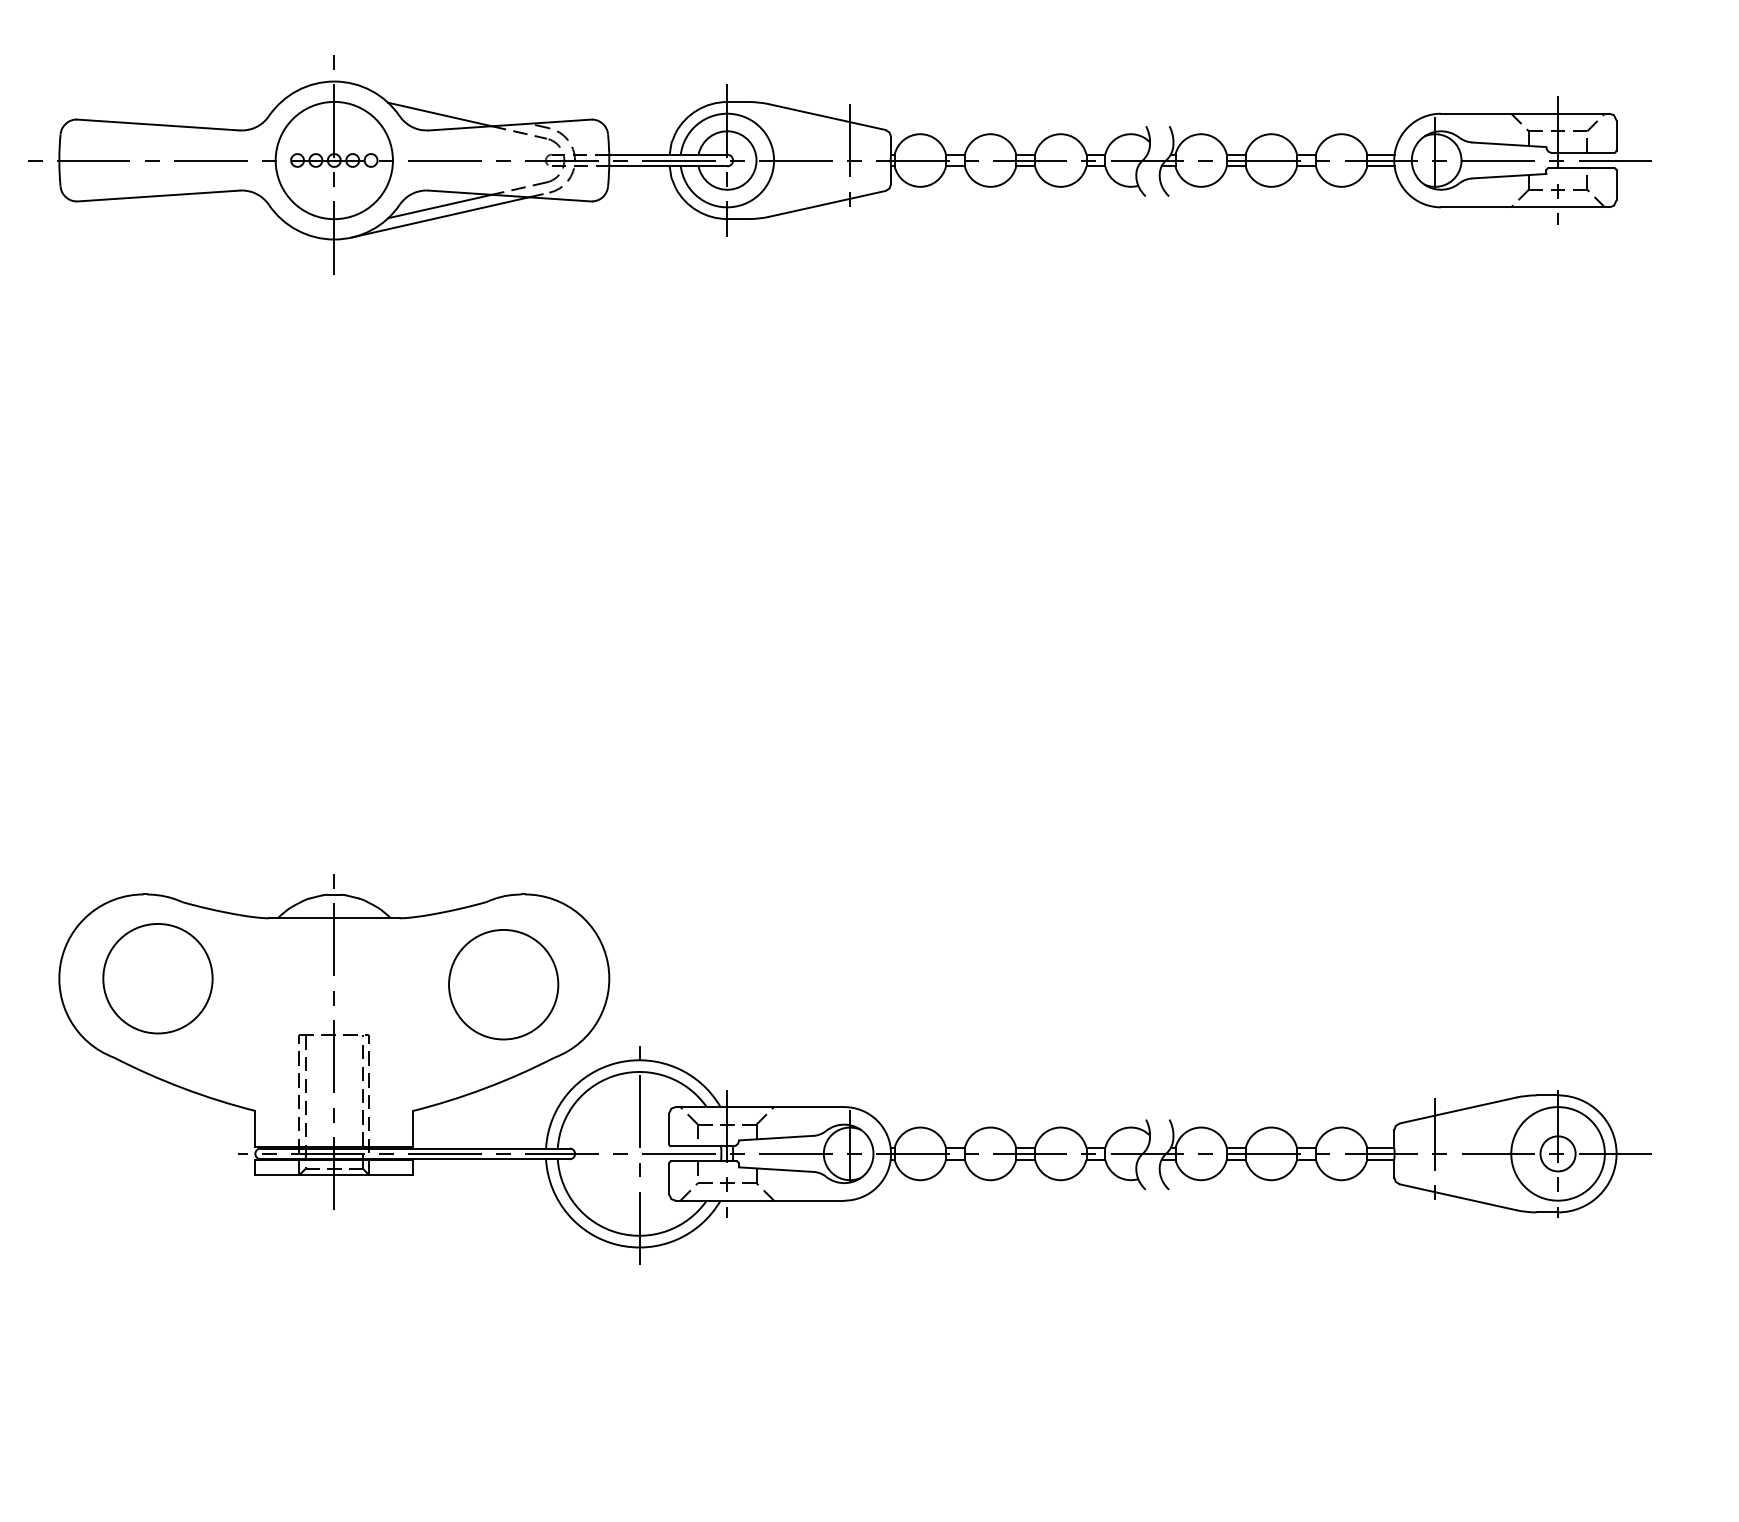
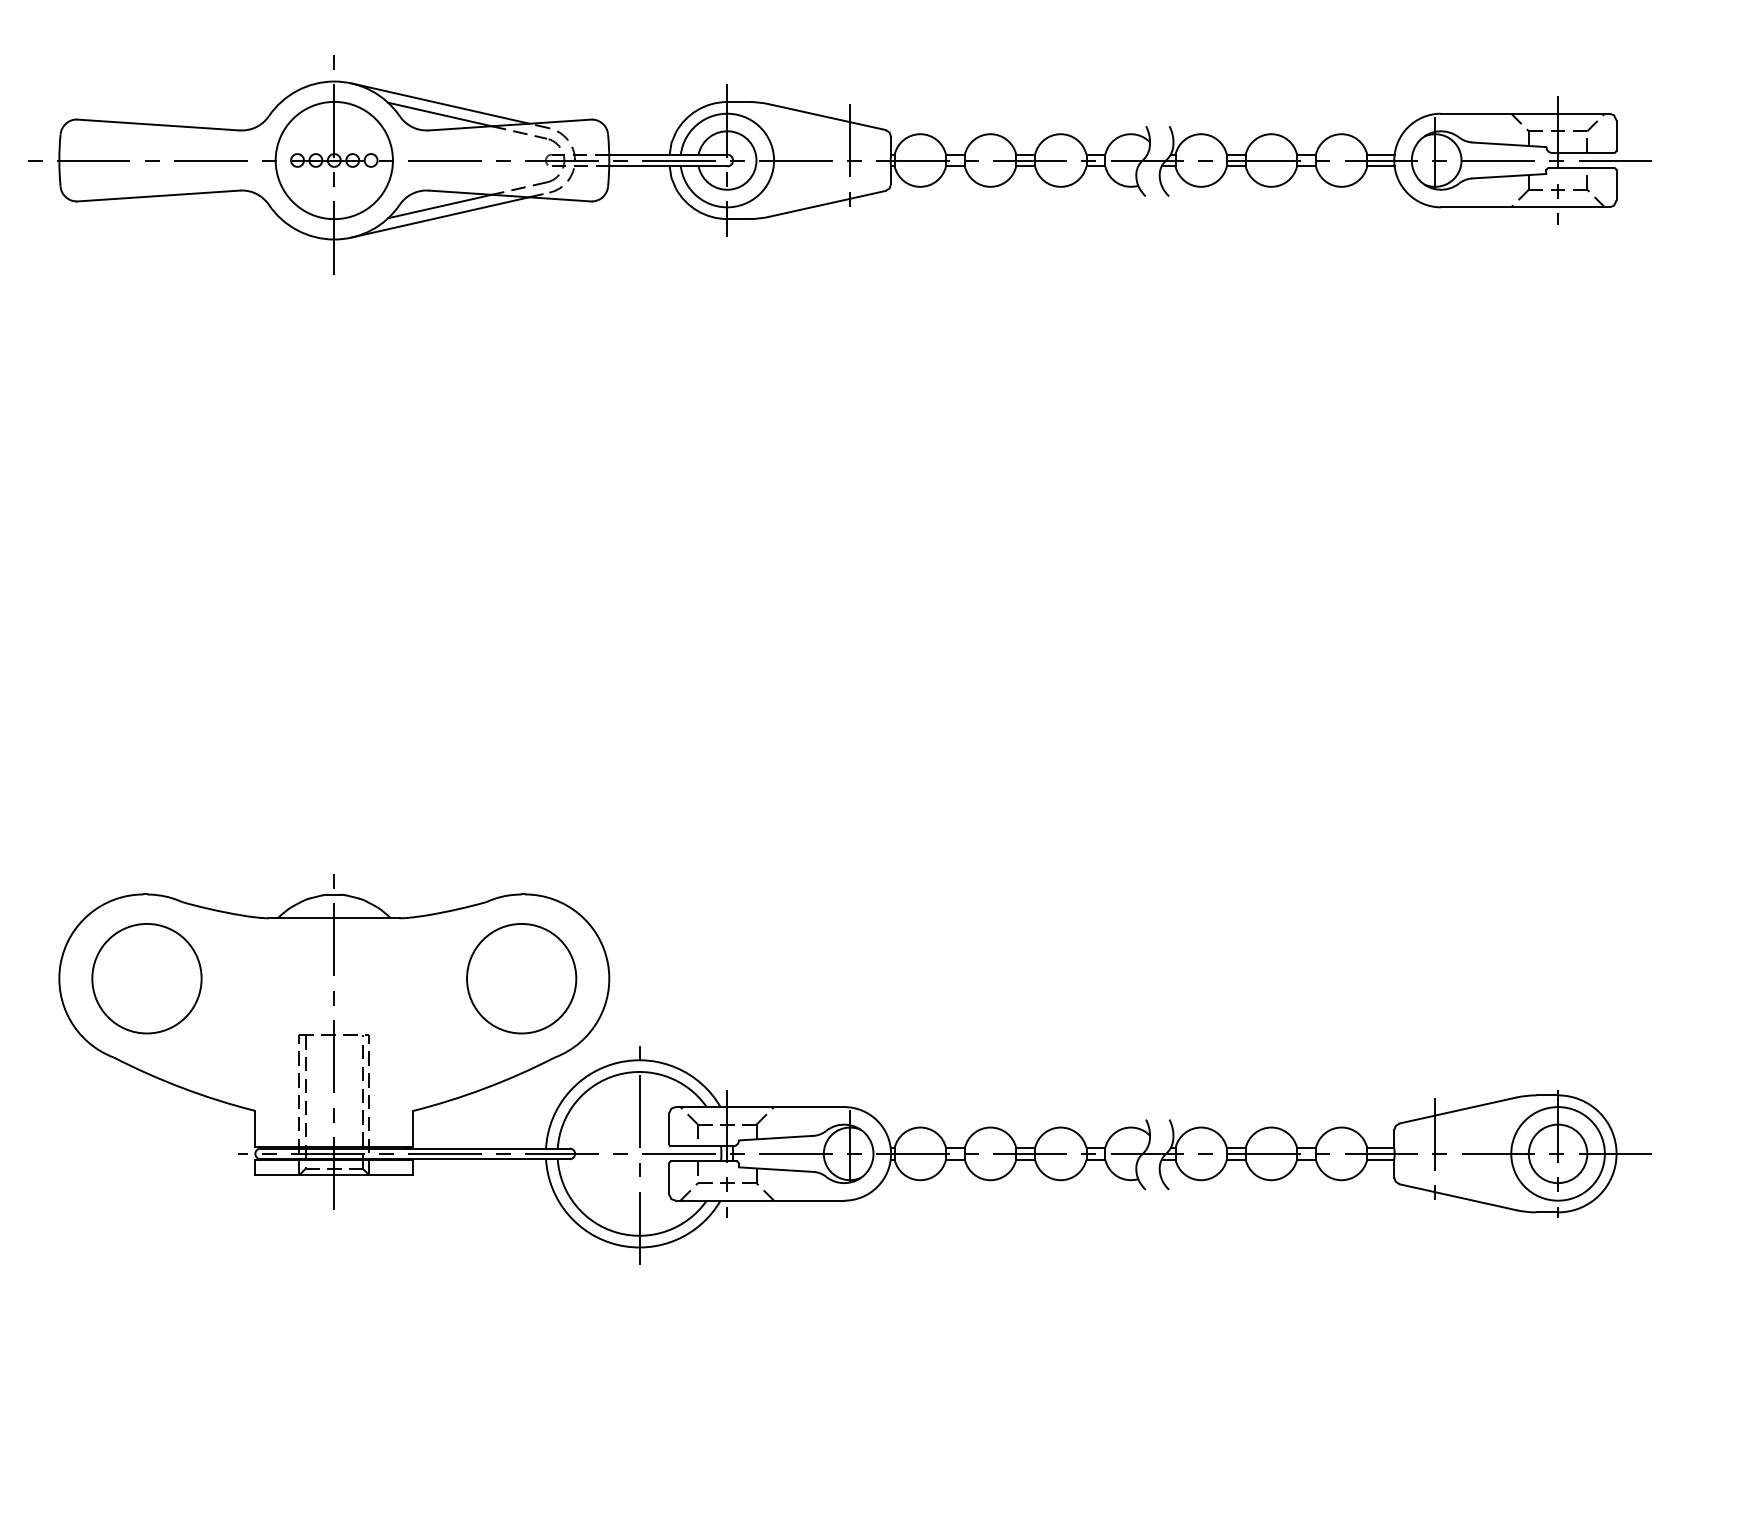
line at (440, 103): none -> present
part at (157, 978) position: (157, 978) -> (146, 978)
part at (503, 984) position: (503, 984) -> (521, 978)
circle at (1557, 1153) diameter: 35 px -> 59 px
